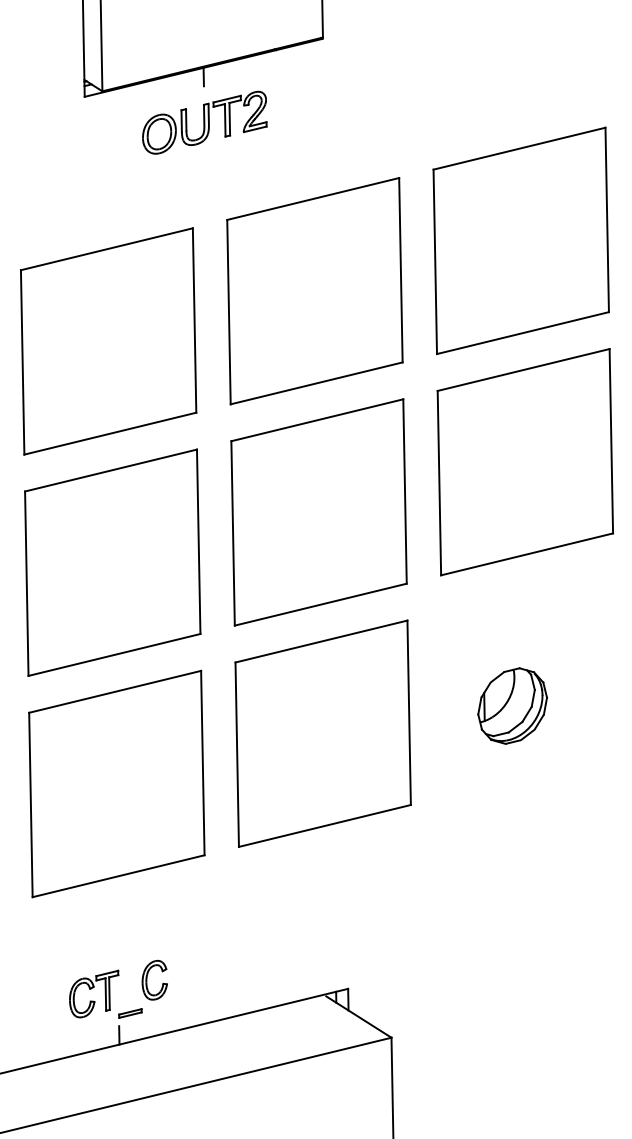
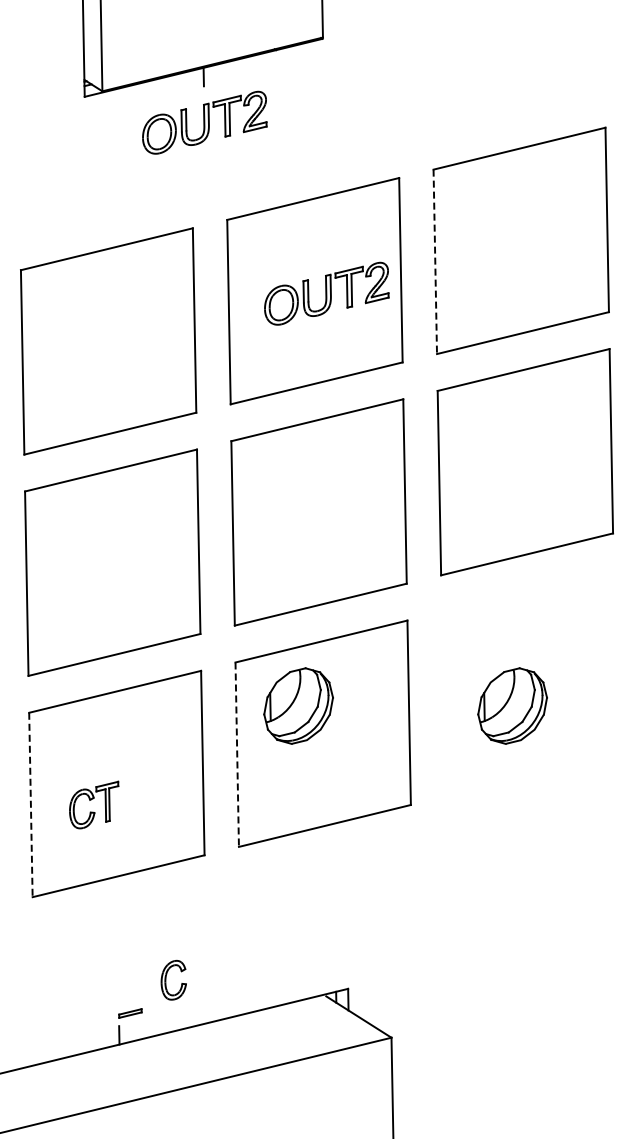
line at (435, 262): solid -> dashed
part at (326, 293): none -> present
part at (298, 705): none -> present
line at (237, 755): solid -> dashed
line at (30, 805): solid -> dashed
part at (147, 980) position: (147, 980) -> (166, 980)
part at (94, 993) position: (94, 993) -> (94, 804)
